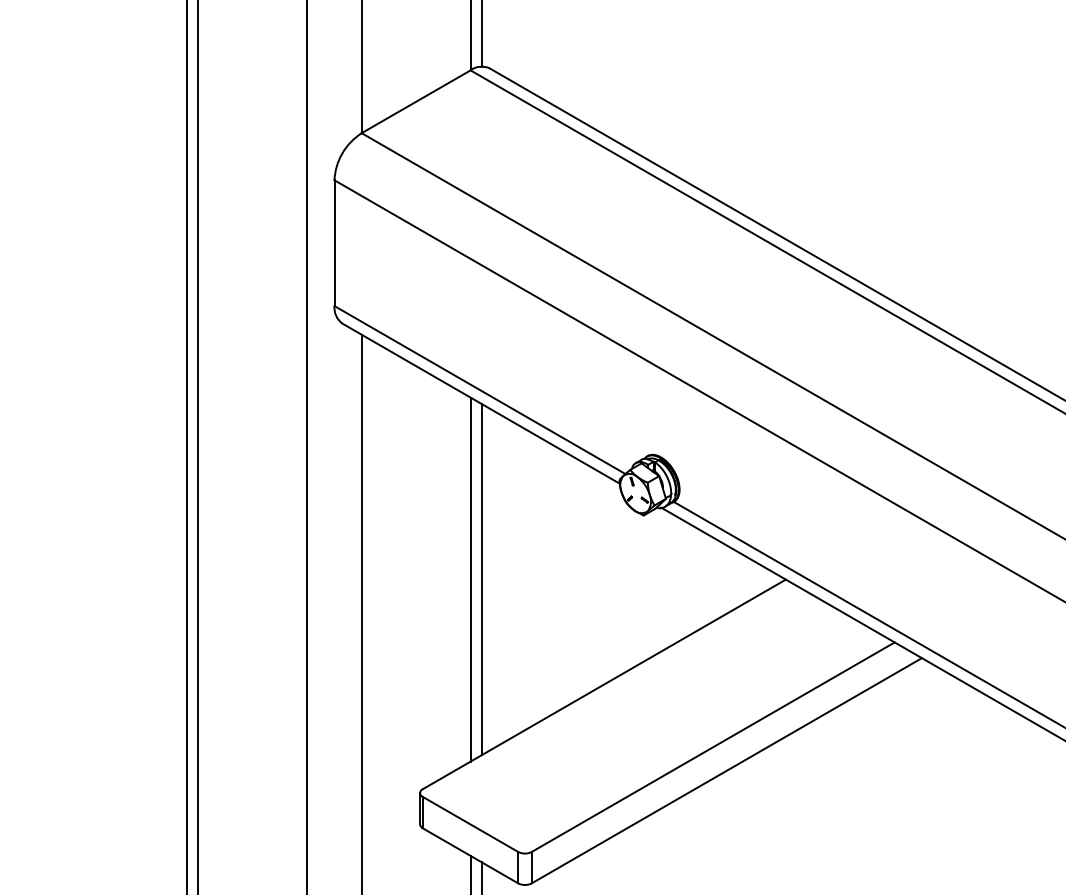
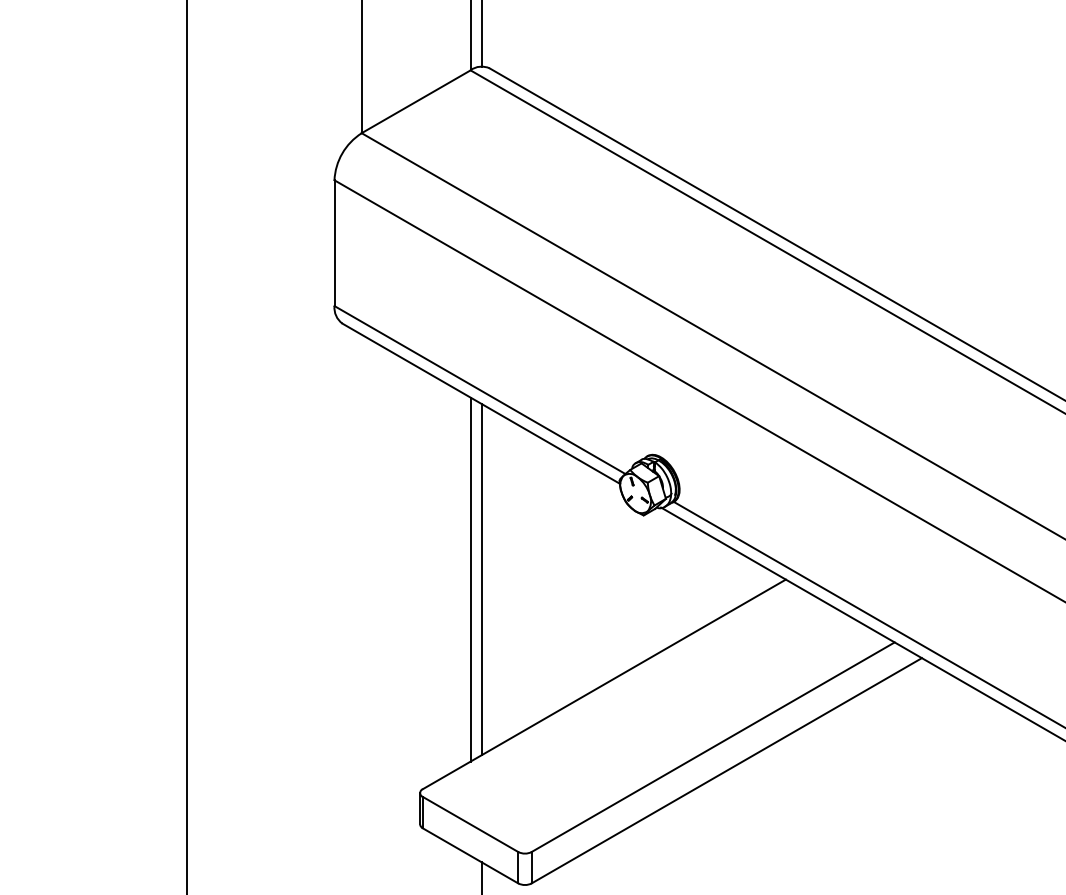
line at (198, 446): present -> none
line at (307, 446): present -> none
line at (361, 612): present -> none
line at (470, 873): present -> none
